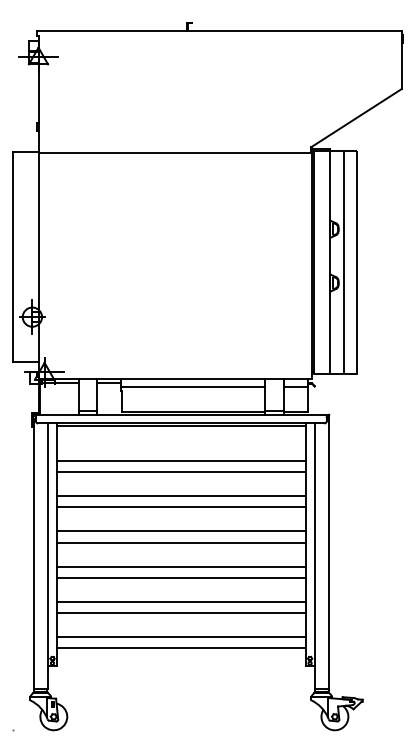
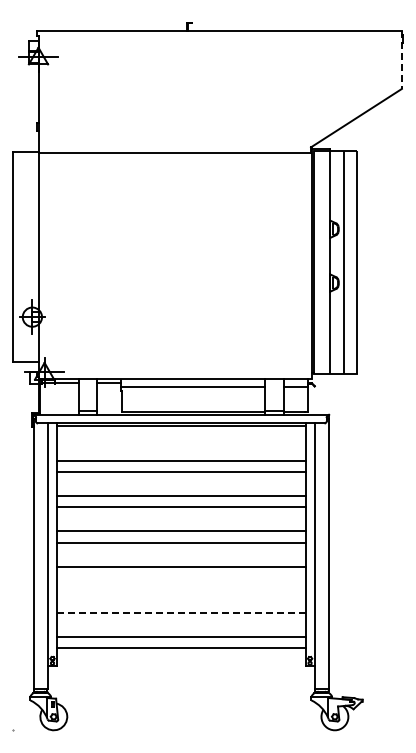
line at (401, 60): solid -> dashed
line at (180, 577): present -> none
line at (180, 601): present -> none
line at (180, 612): solid -> dashed
